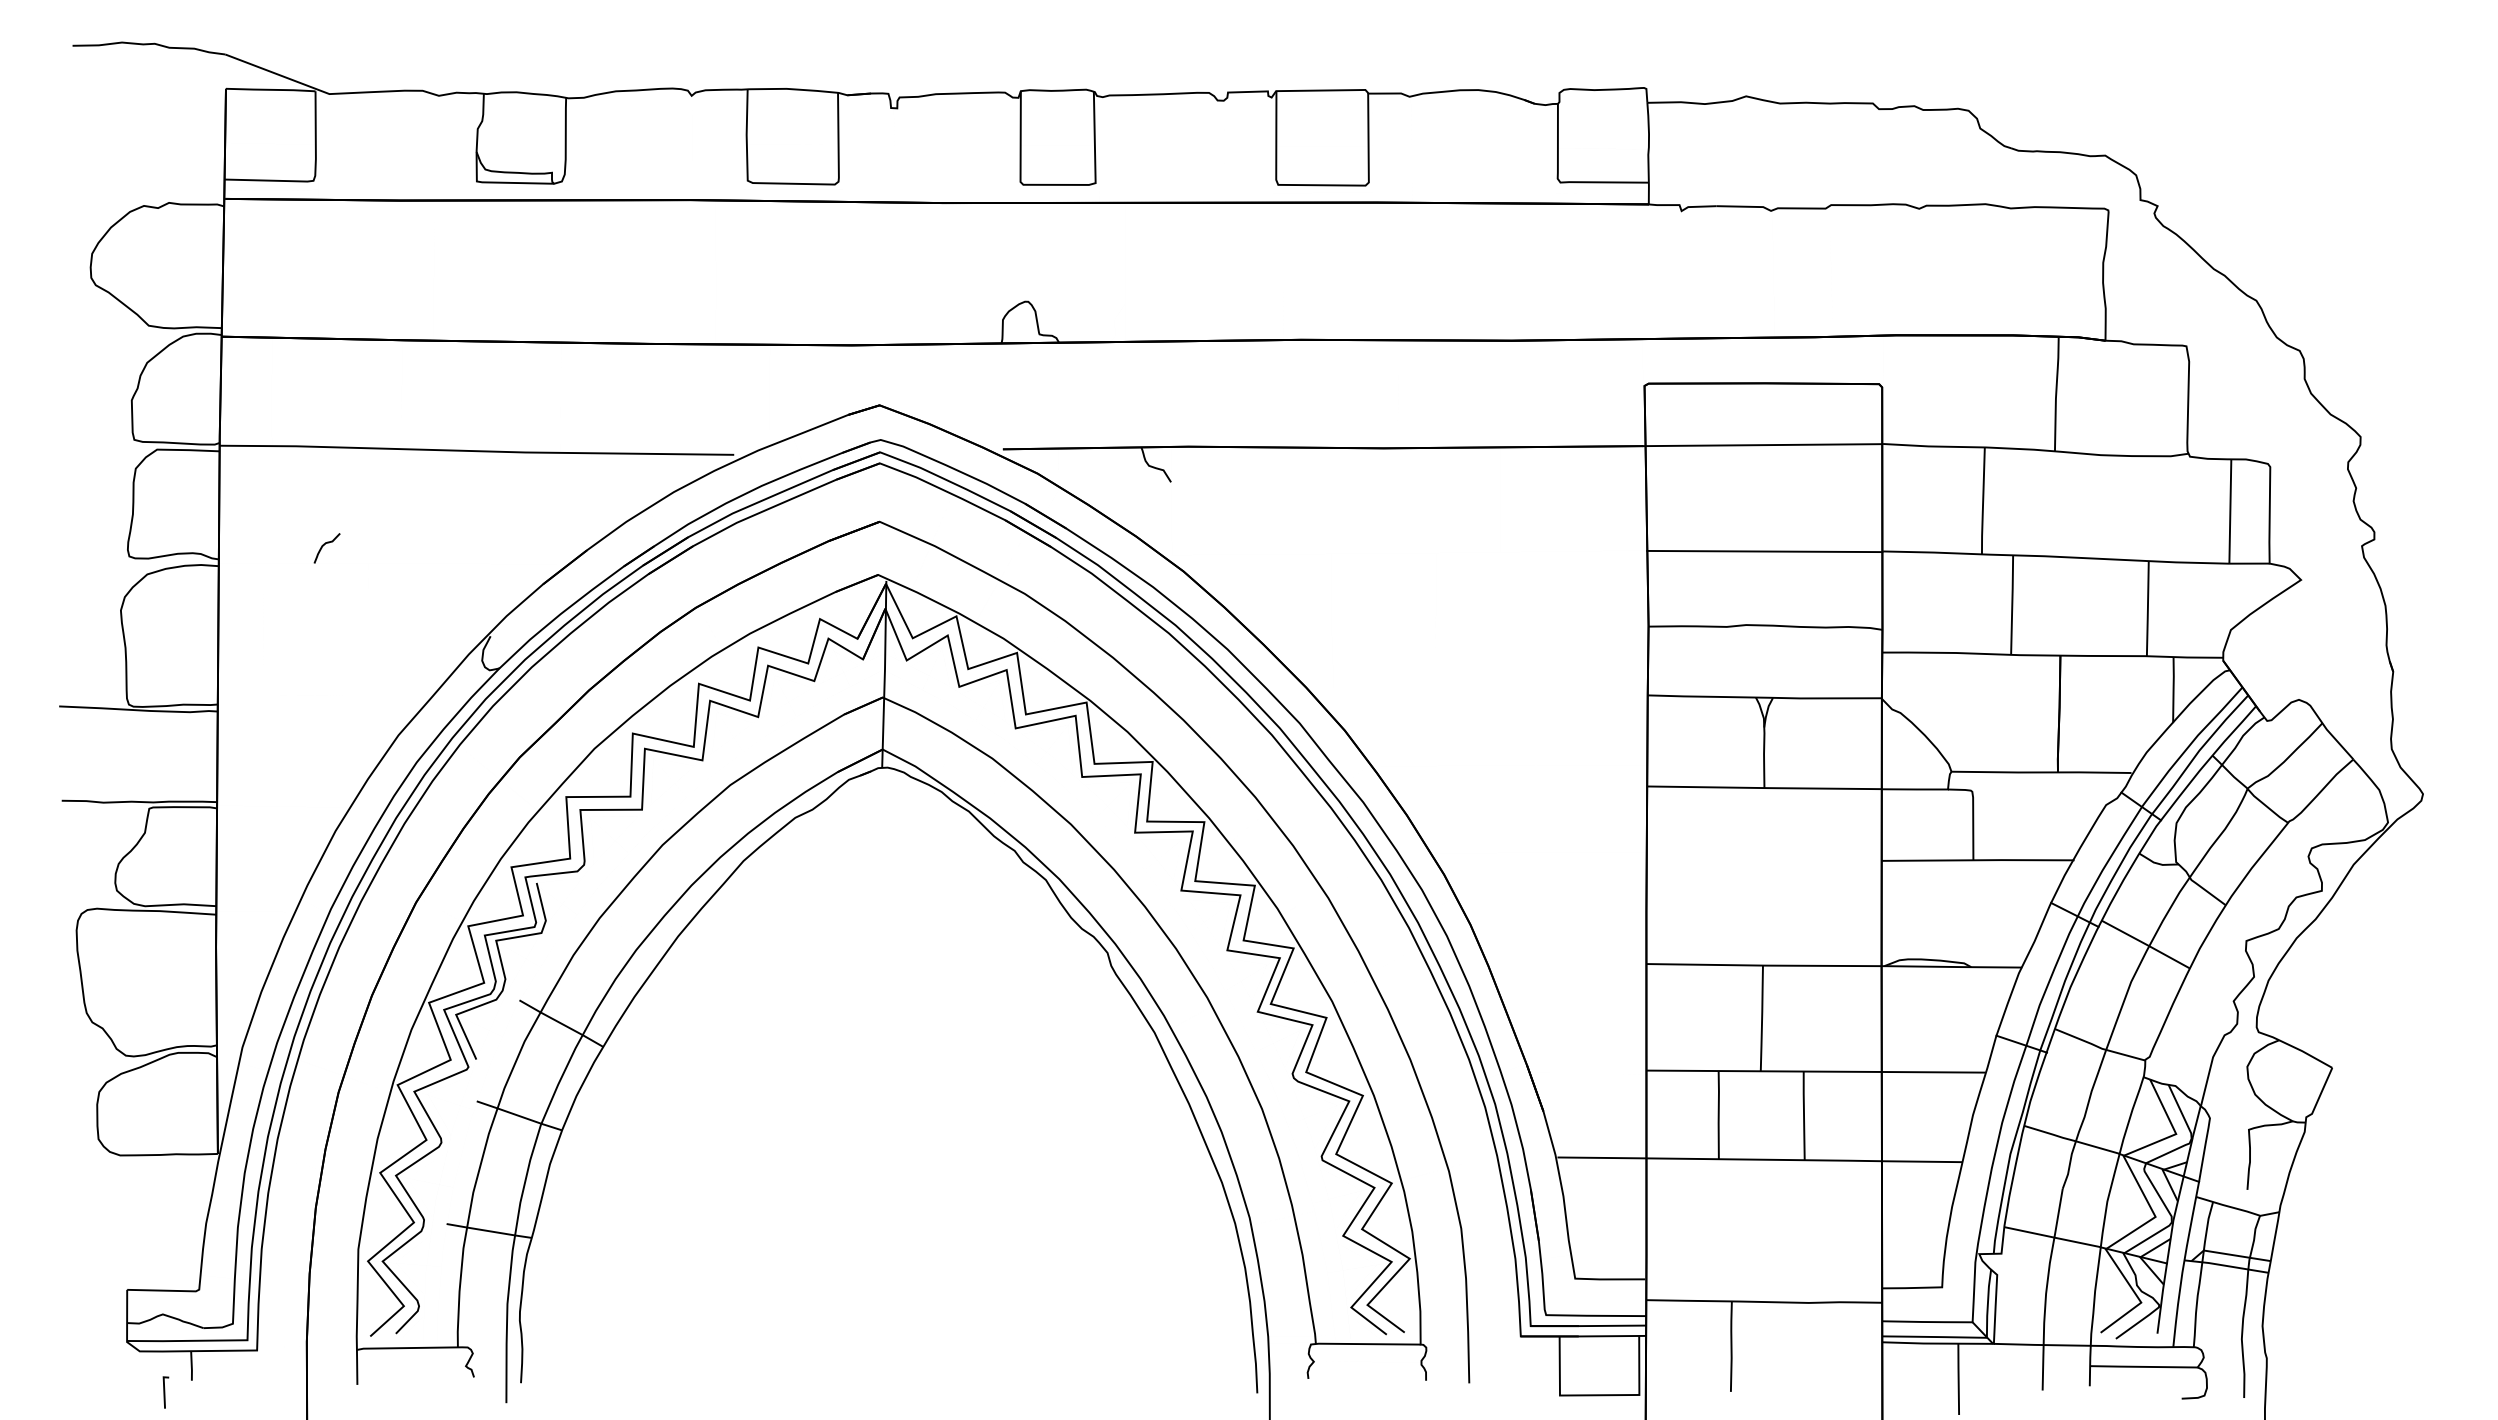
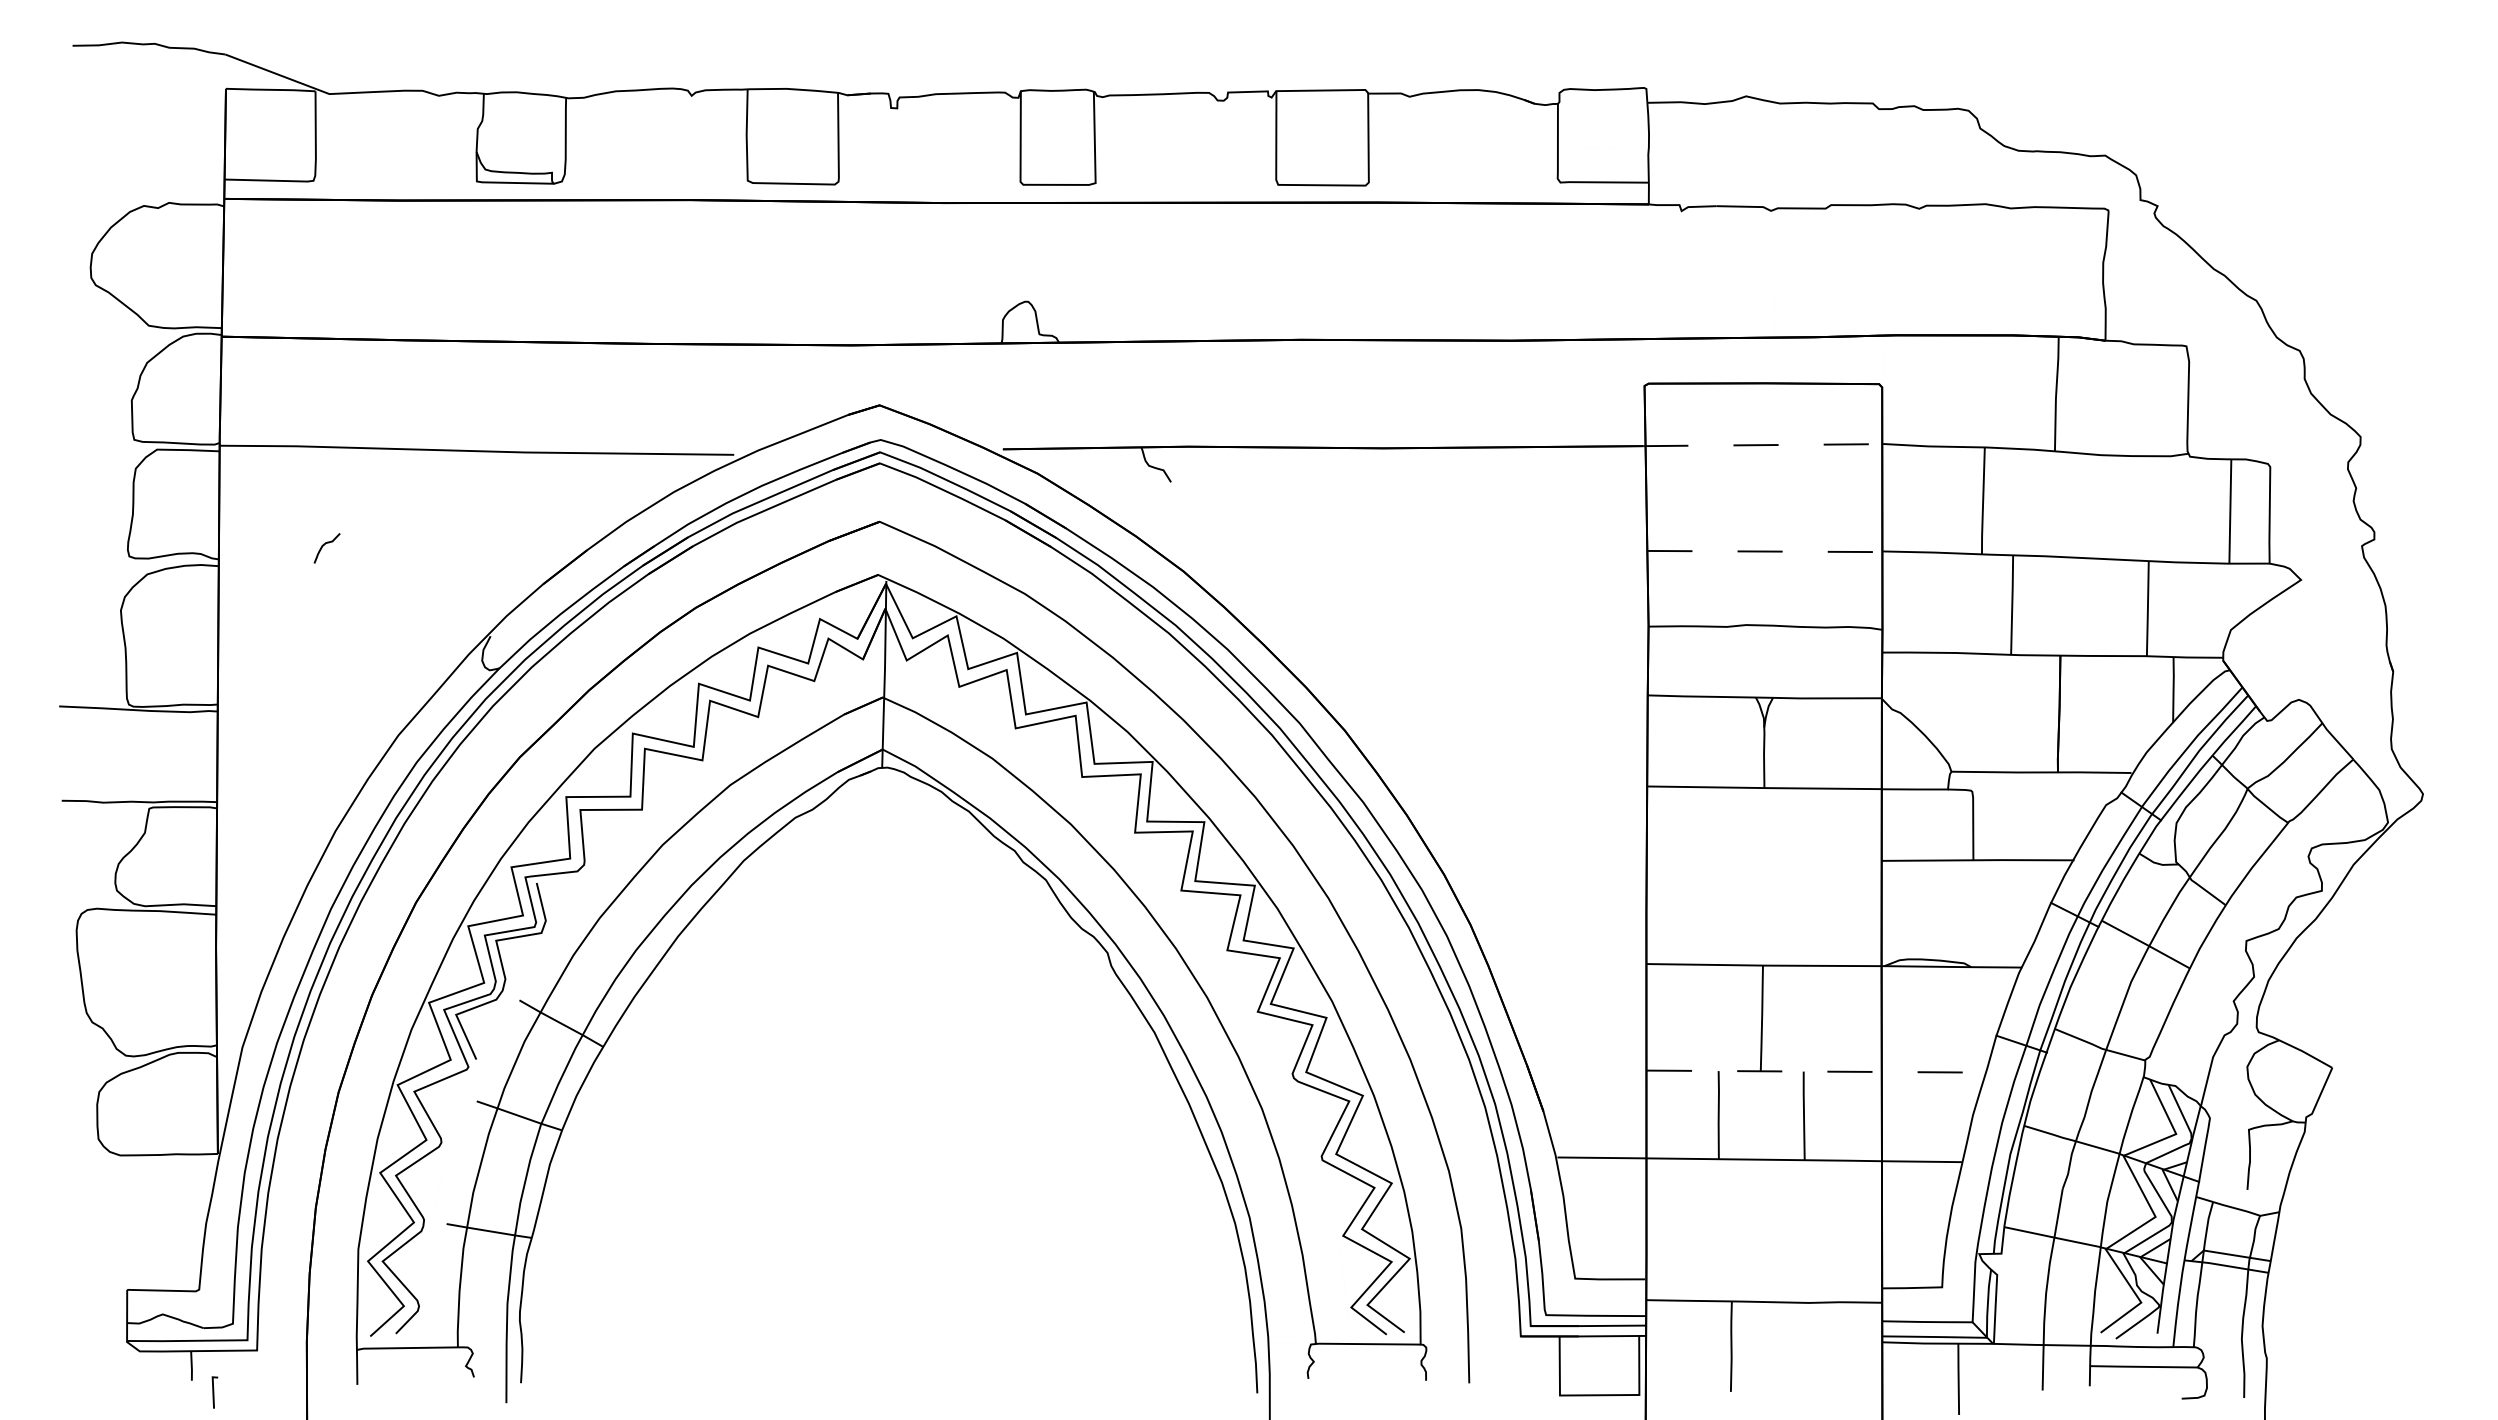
line at (1762, 445): solid -> dashed
line at (1764, 551): solid -> dashed
line at (1816, 1071): solid -> dashed
line at (165, 1392) position: (165, 1392) -> (214, 1392)
